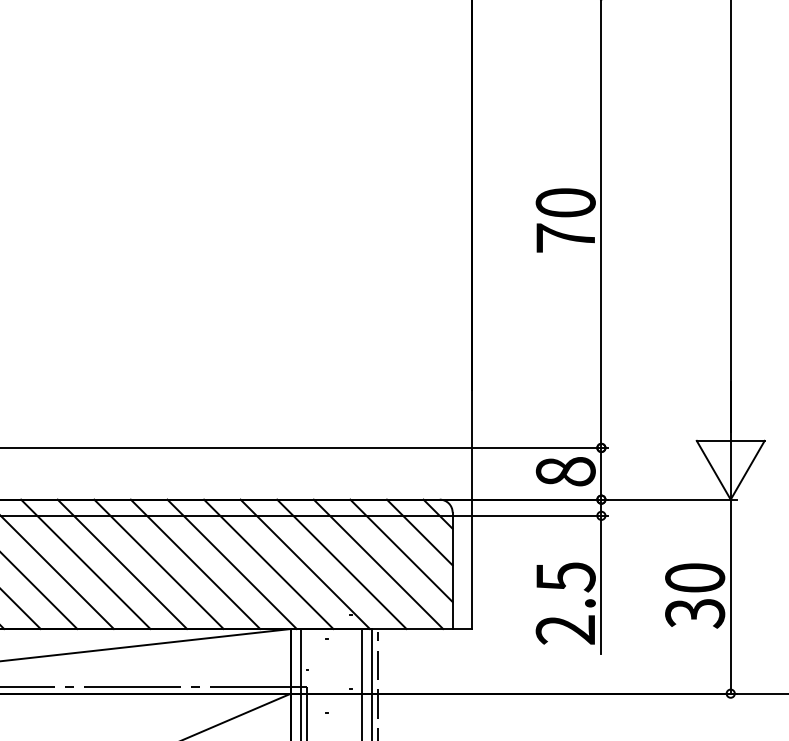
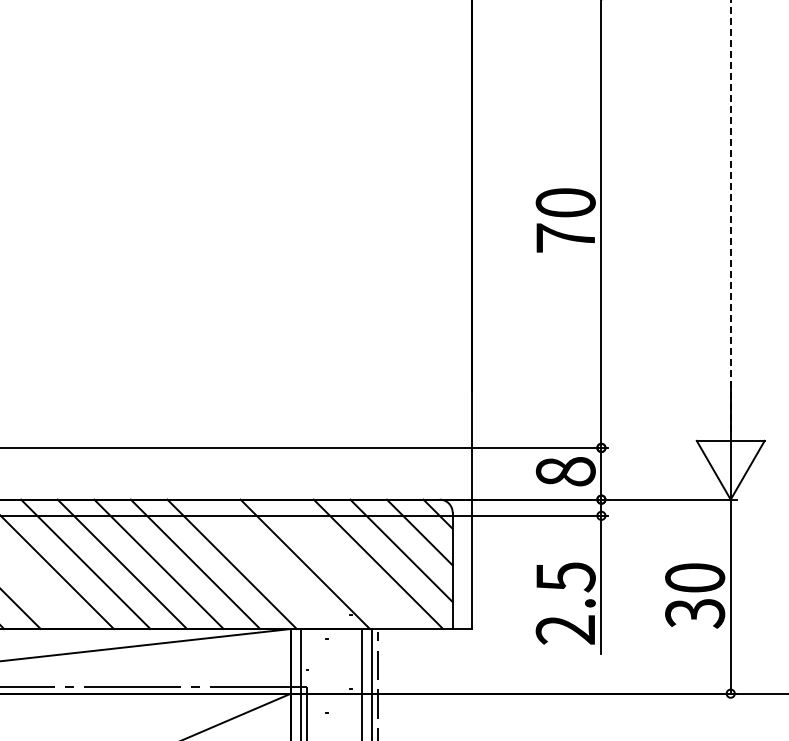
line at (730, 215): solid -> dashed
line at (268, 564): present -> none
line at (341, 564): present -> none
line at (39, 591): present -> none
